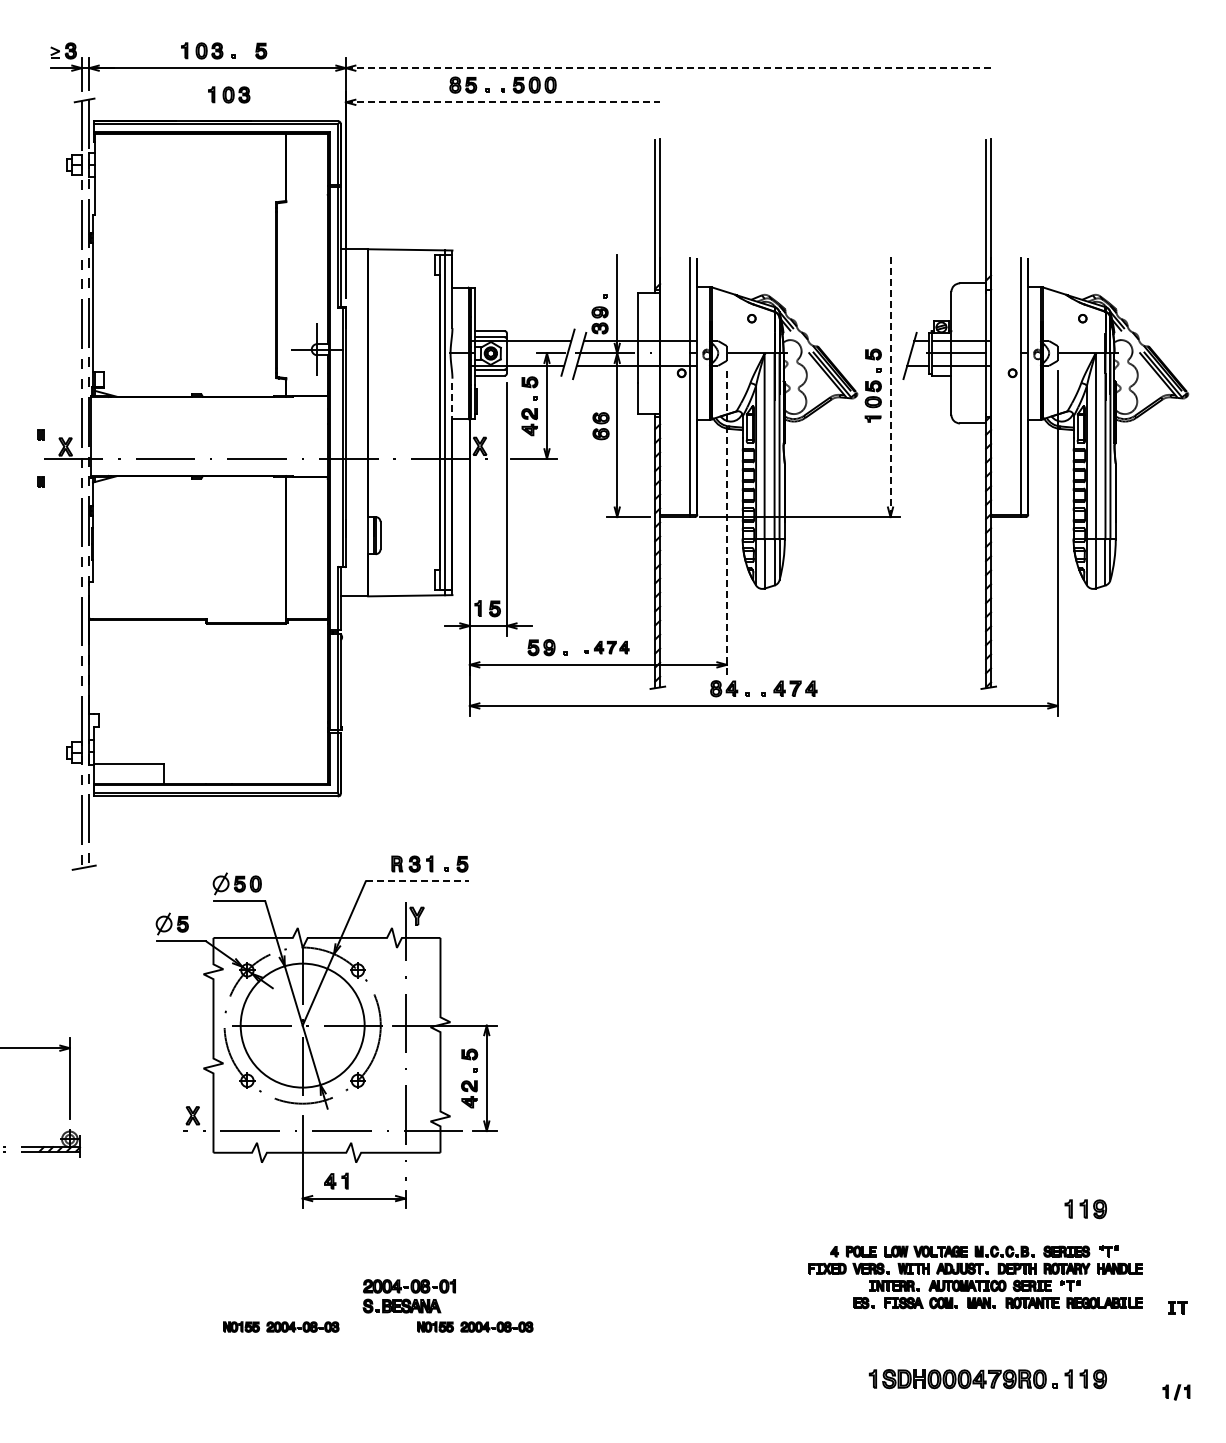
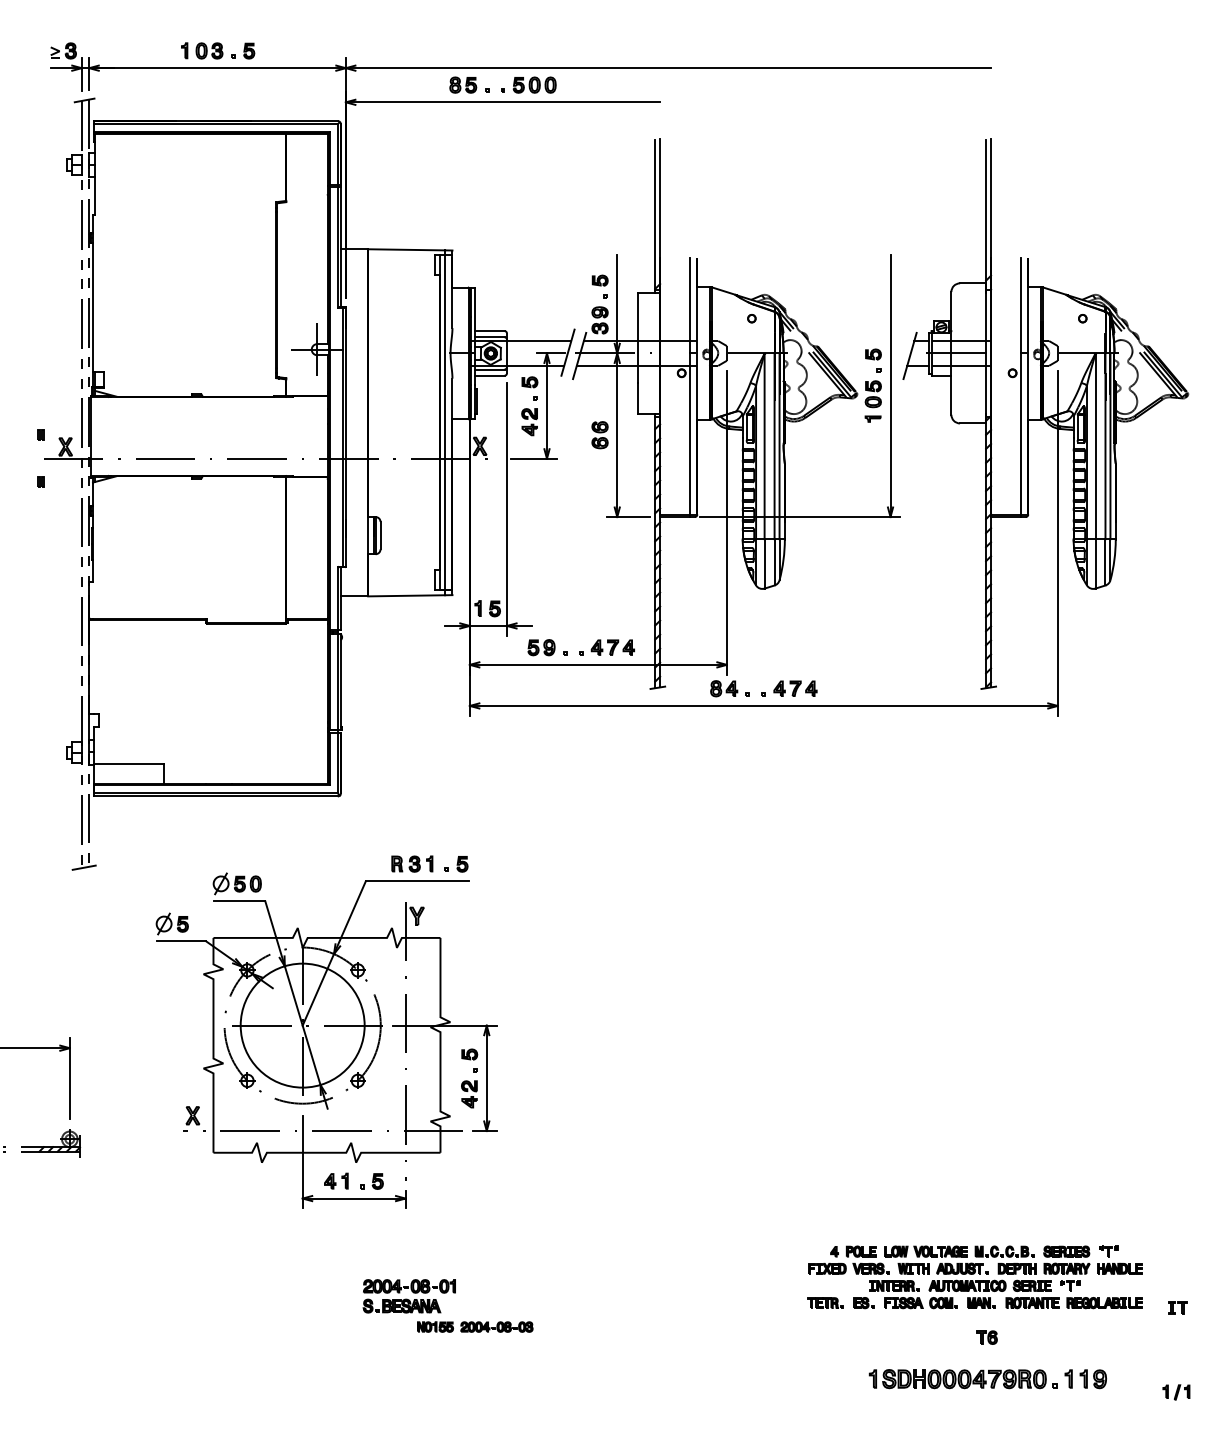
part at (261, 50) position: (261, 50) -> (249, 50)
line at (668, 68): dashed -> solid
part at (229, 94): present -> none
line at (503, 102): dashed -> solid
part at (599, 280): none -> present
line at (890, 386): dashed -> solid
line at (452, 400): dashed -> solid
part at (600, 426) position: (600, 426) -> (599, 435)
line at (726, 523): dashed -> solid
part at (606, 647) size: 46x15 px -> 56x17 px
line at (417, 881): dashed -> solid
part at (371, 1181): none -> present
part at (1085, 1209): present -> none
part at (825, 1302): none -> present
part at (281, 1326): present -> none
part at (986, 1337): none -> present
